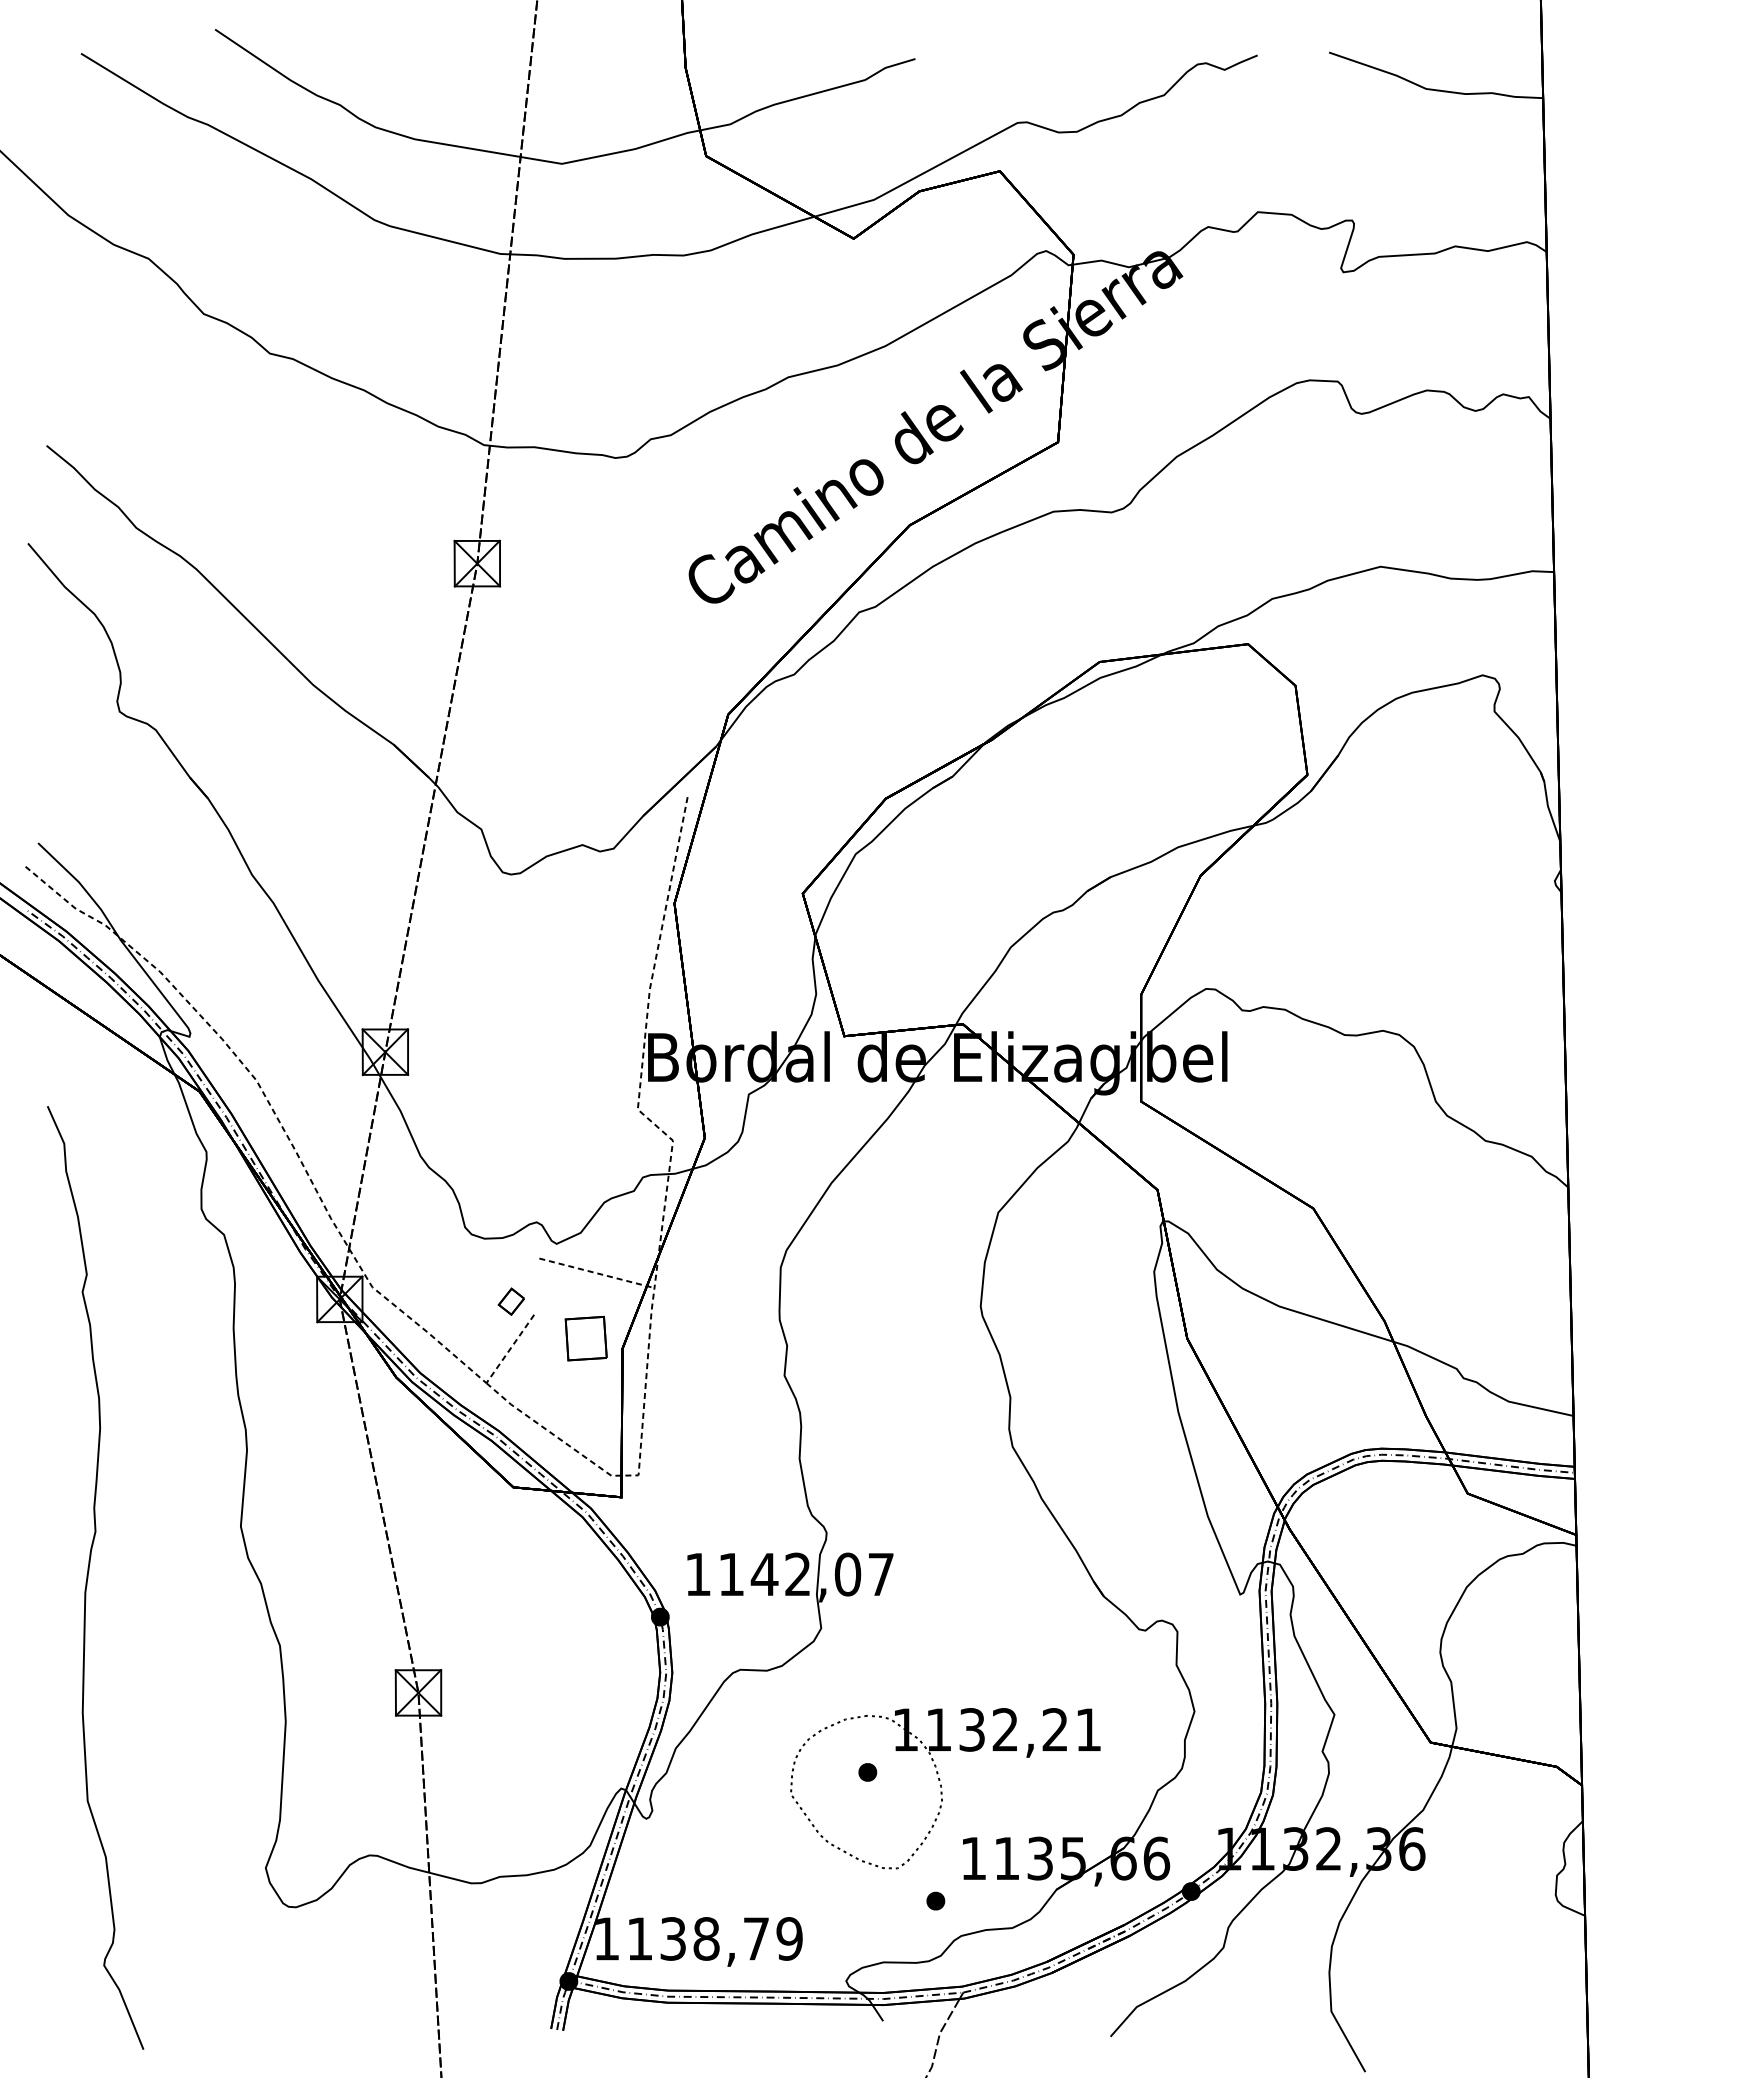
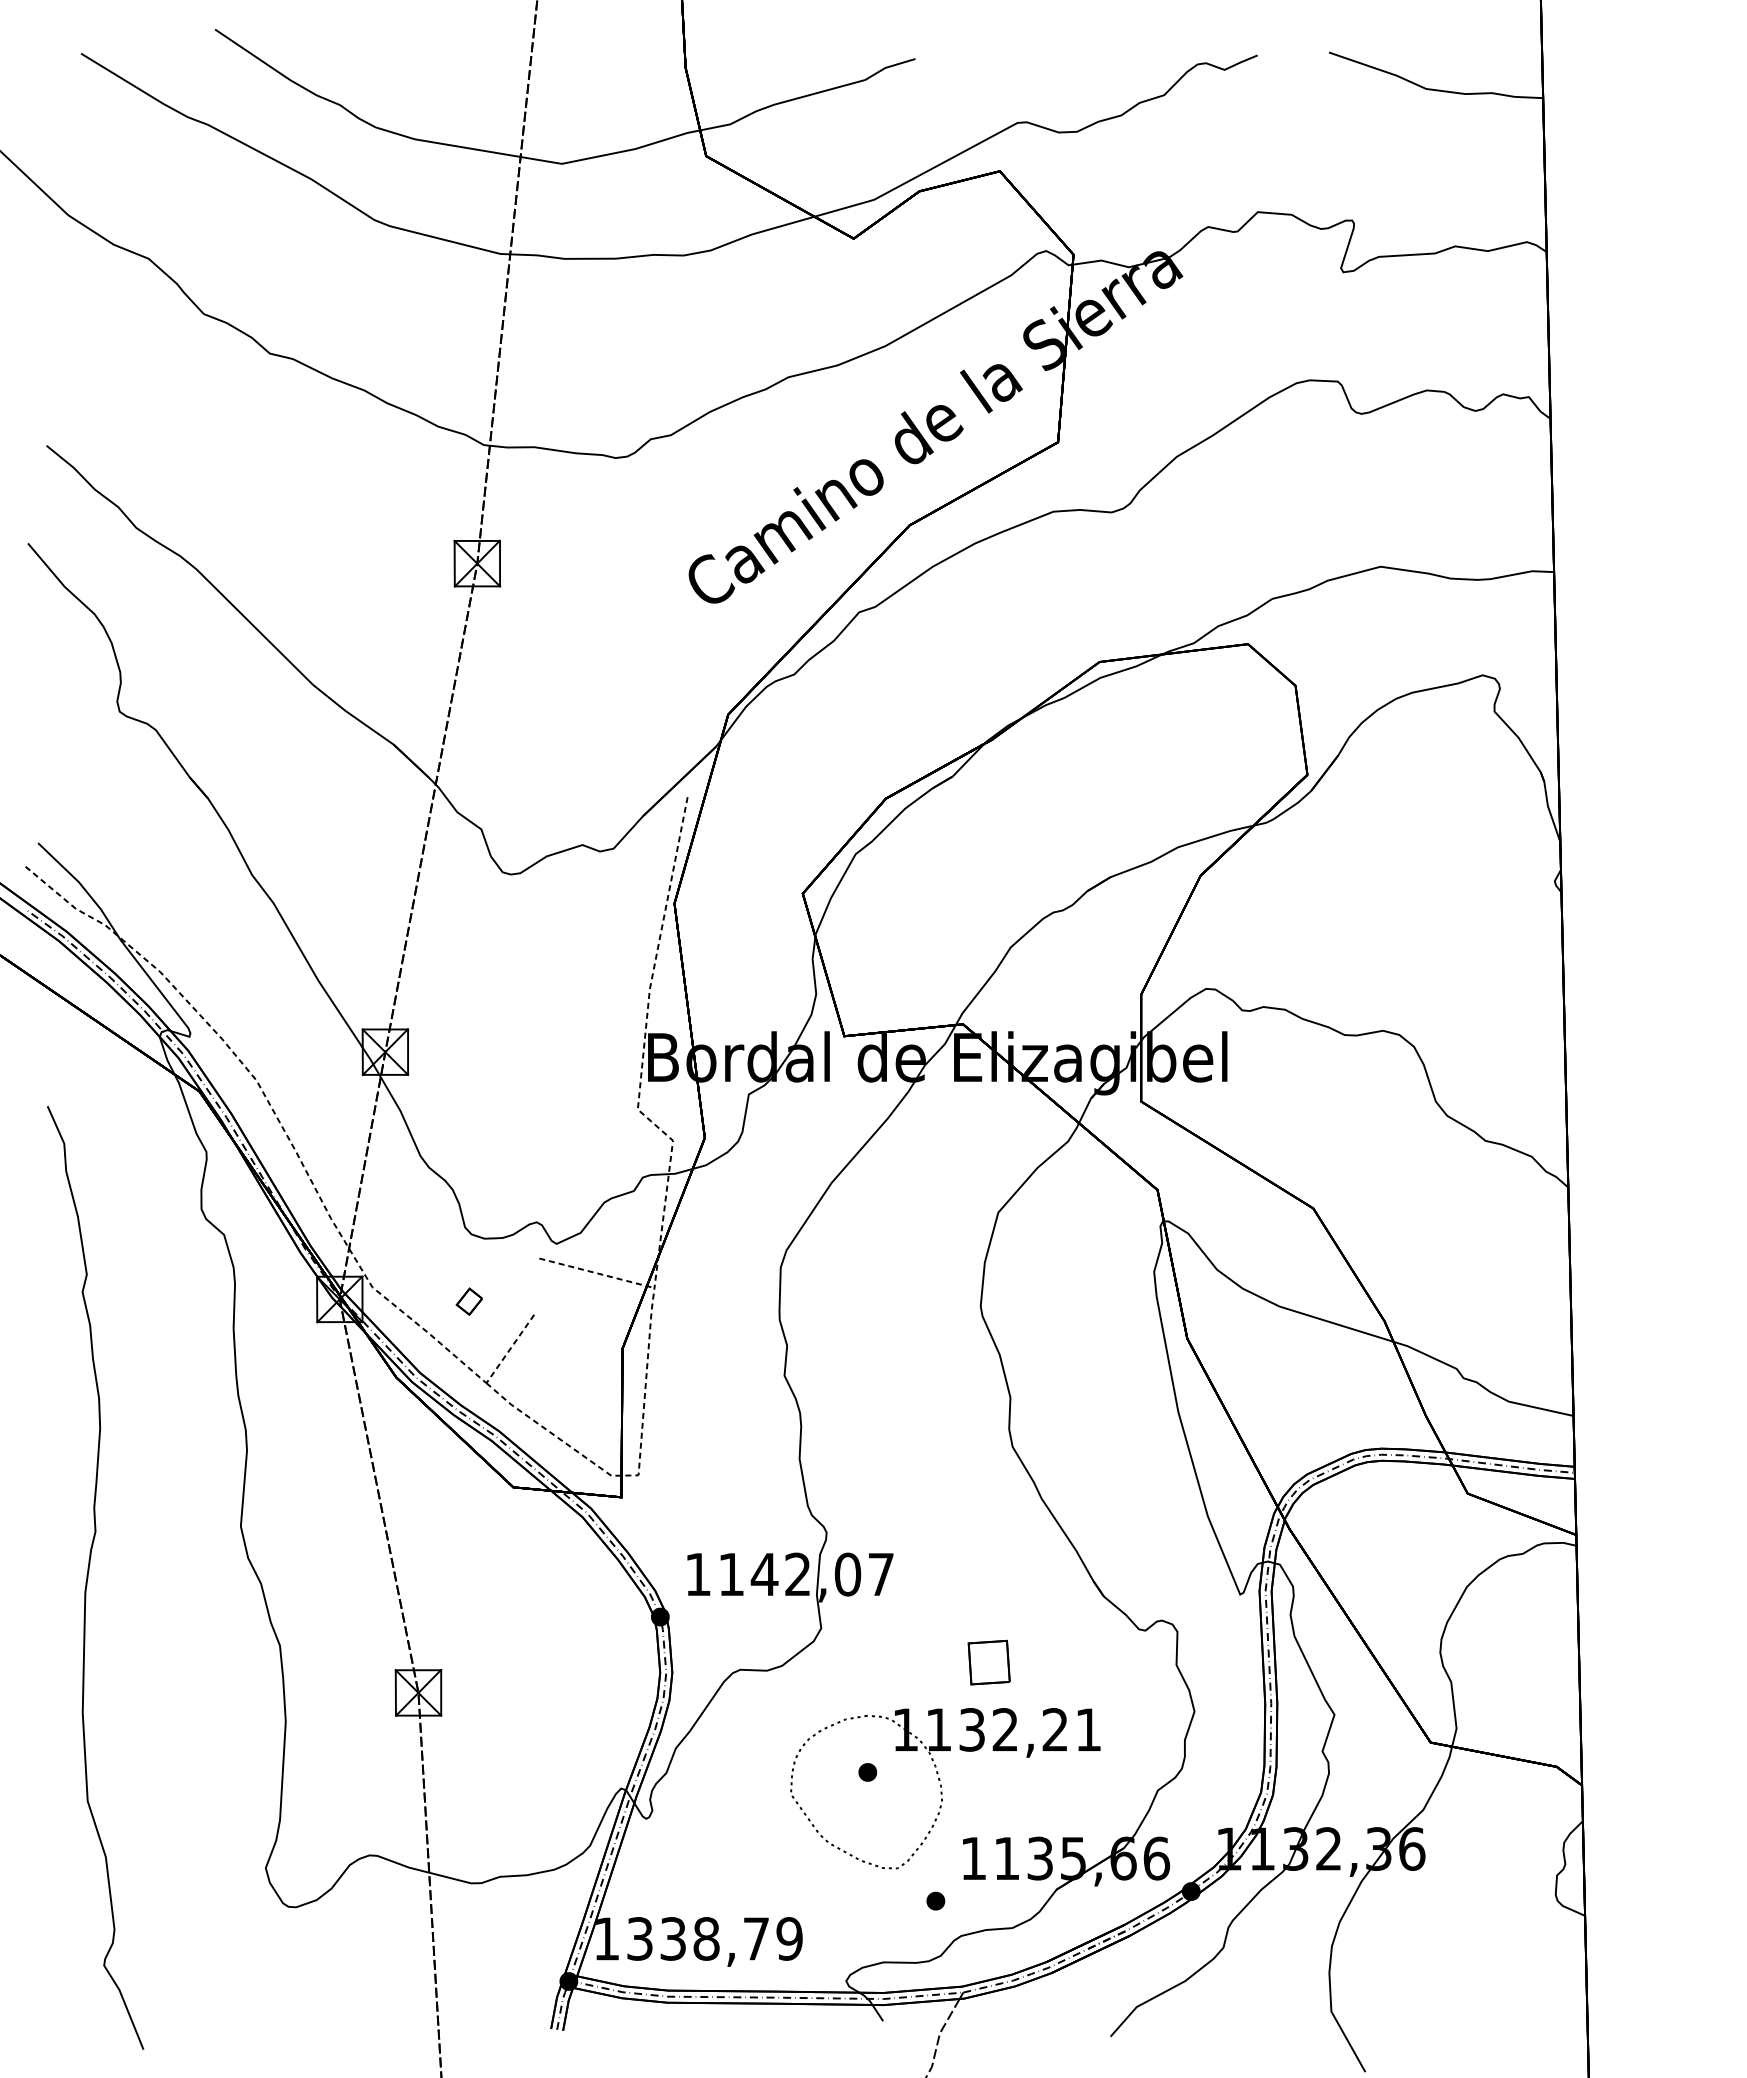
part at (510, 1301) position: (510, 1301) -> (468, 1301)
part at (585, 1338) position: (585, 1338) -> (988, 1662)
text at (639, 1938): 1138,79 -> 1338,79
